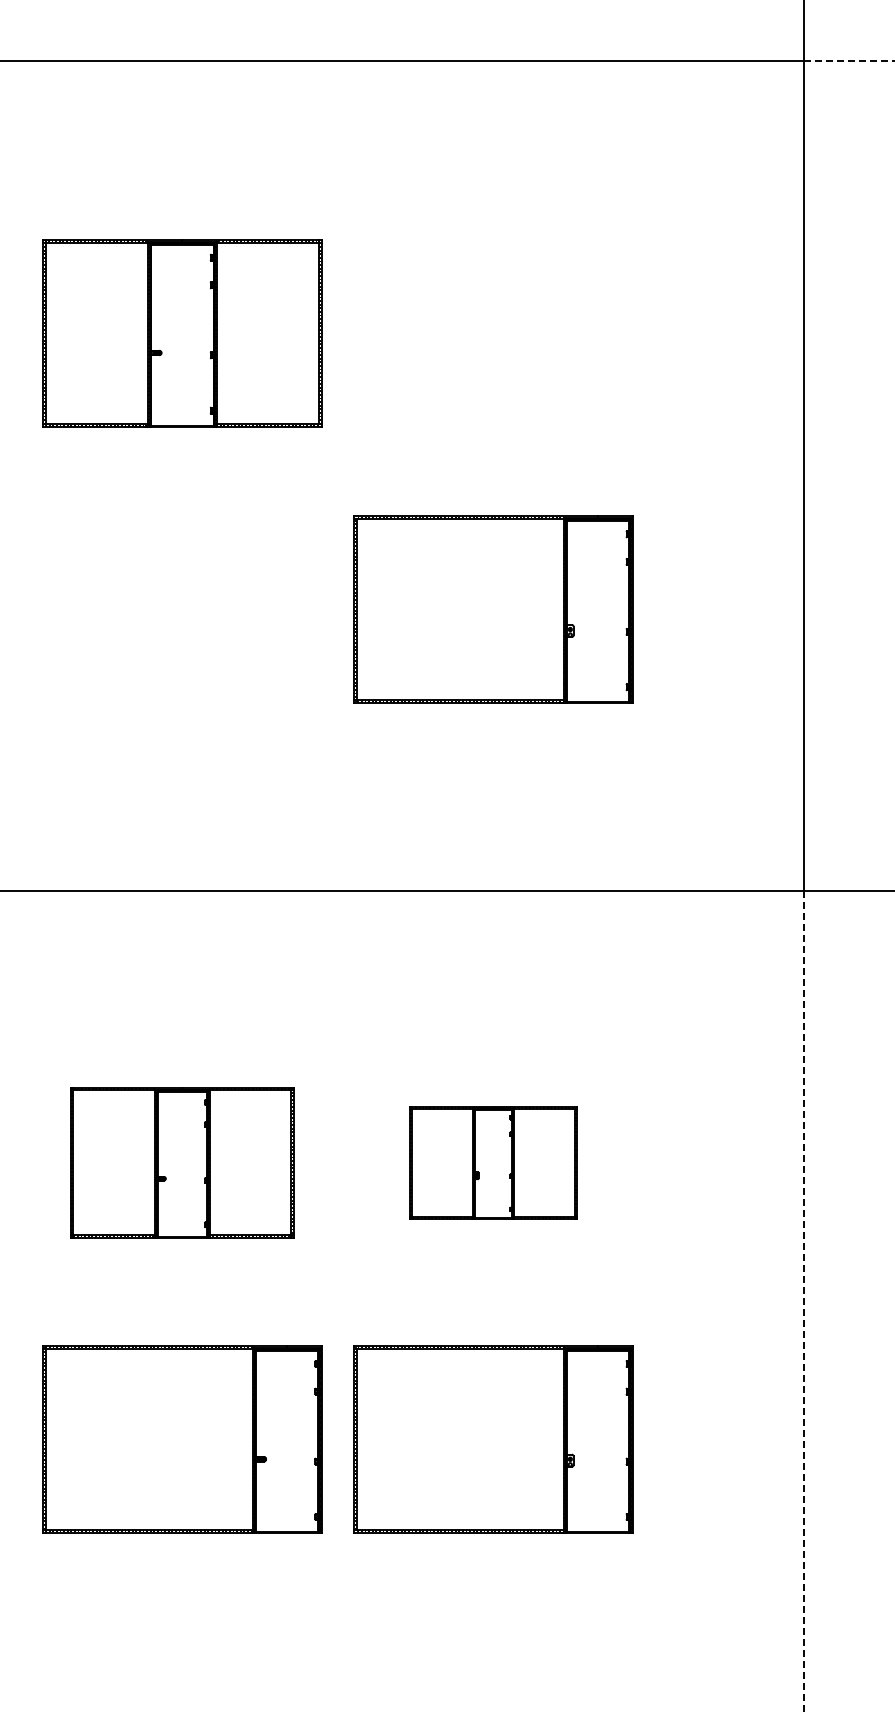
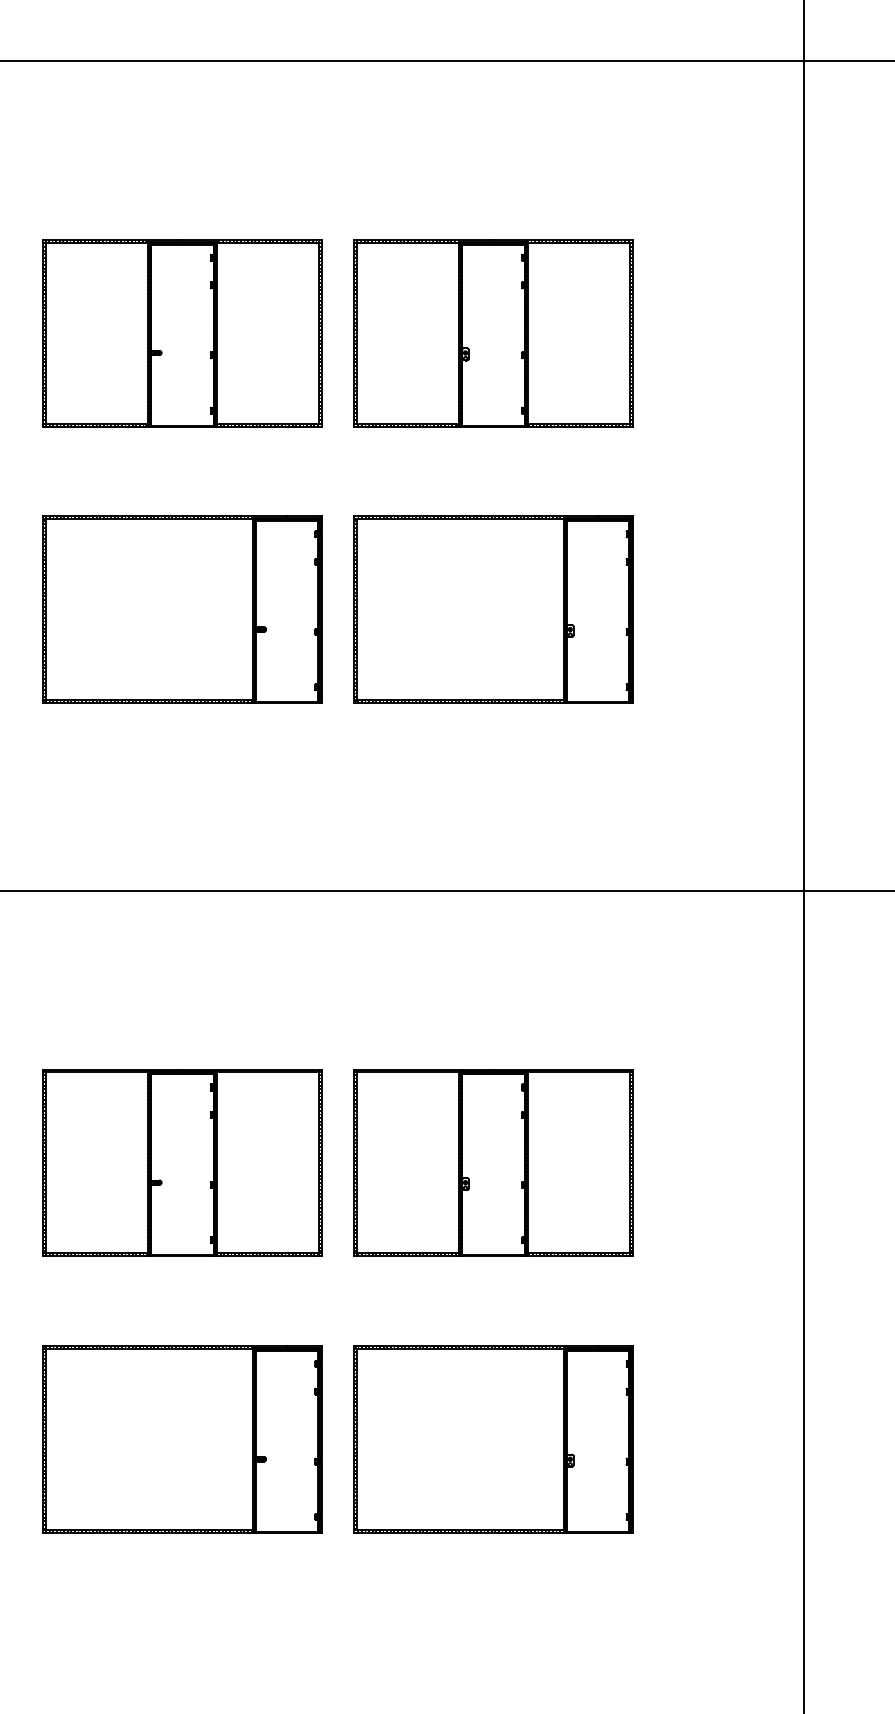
line at (849, 61): dashed -> solid
part at (493, 333): none -> present
part at (182, 609): none -> present
part at (182, 1162) size: 225x152 px -> 281x188 px
part at (493, 1162) size: 169x114 px -> 281x188 px
line at (803, 1302): dashed -> solid
